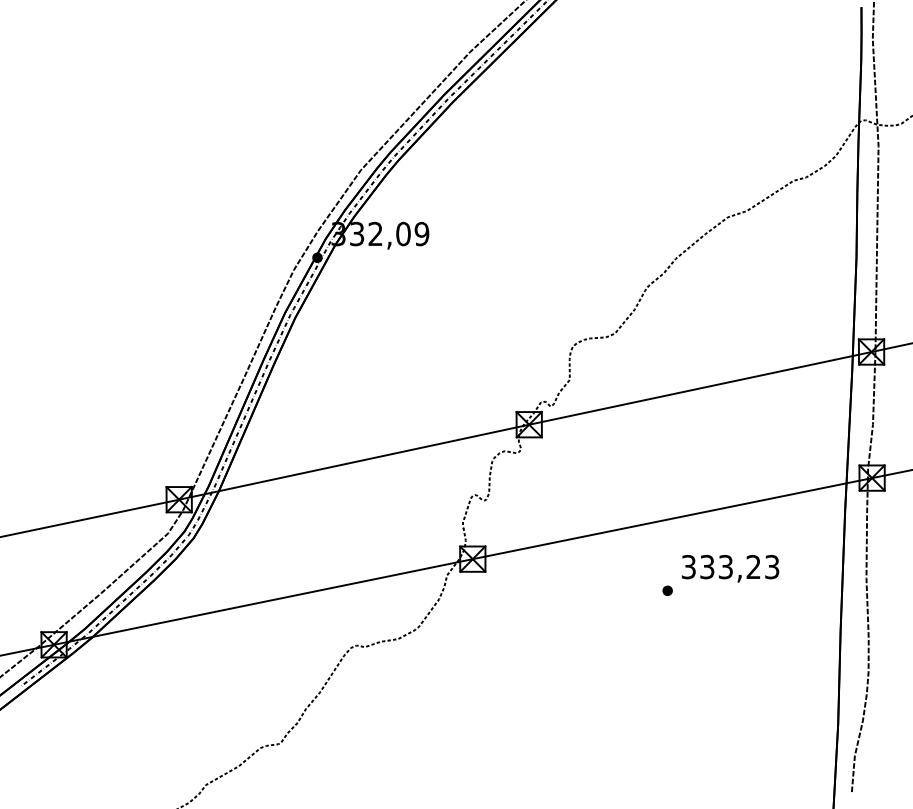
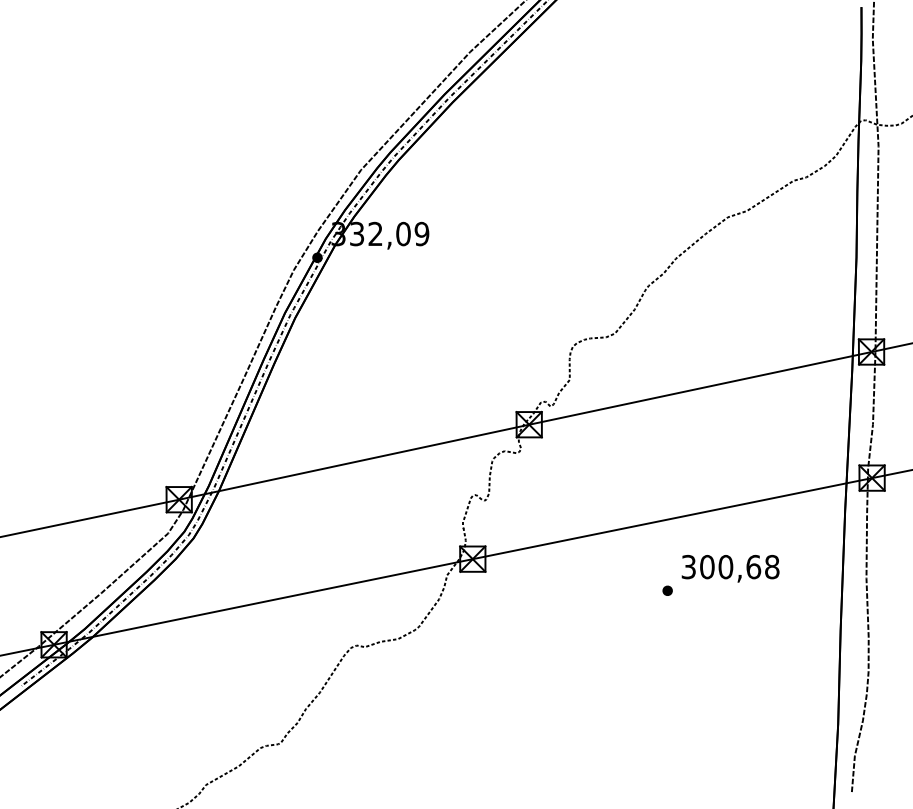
text at (739, 566): 333,23 -> 300,68
